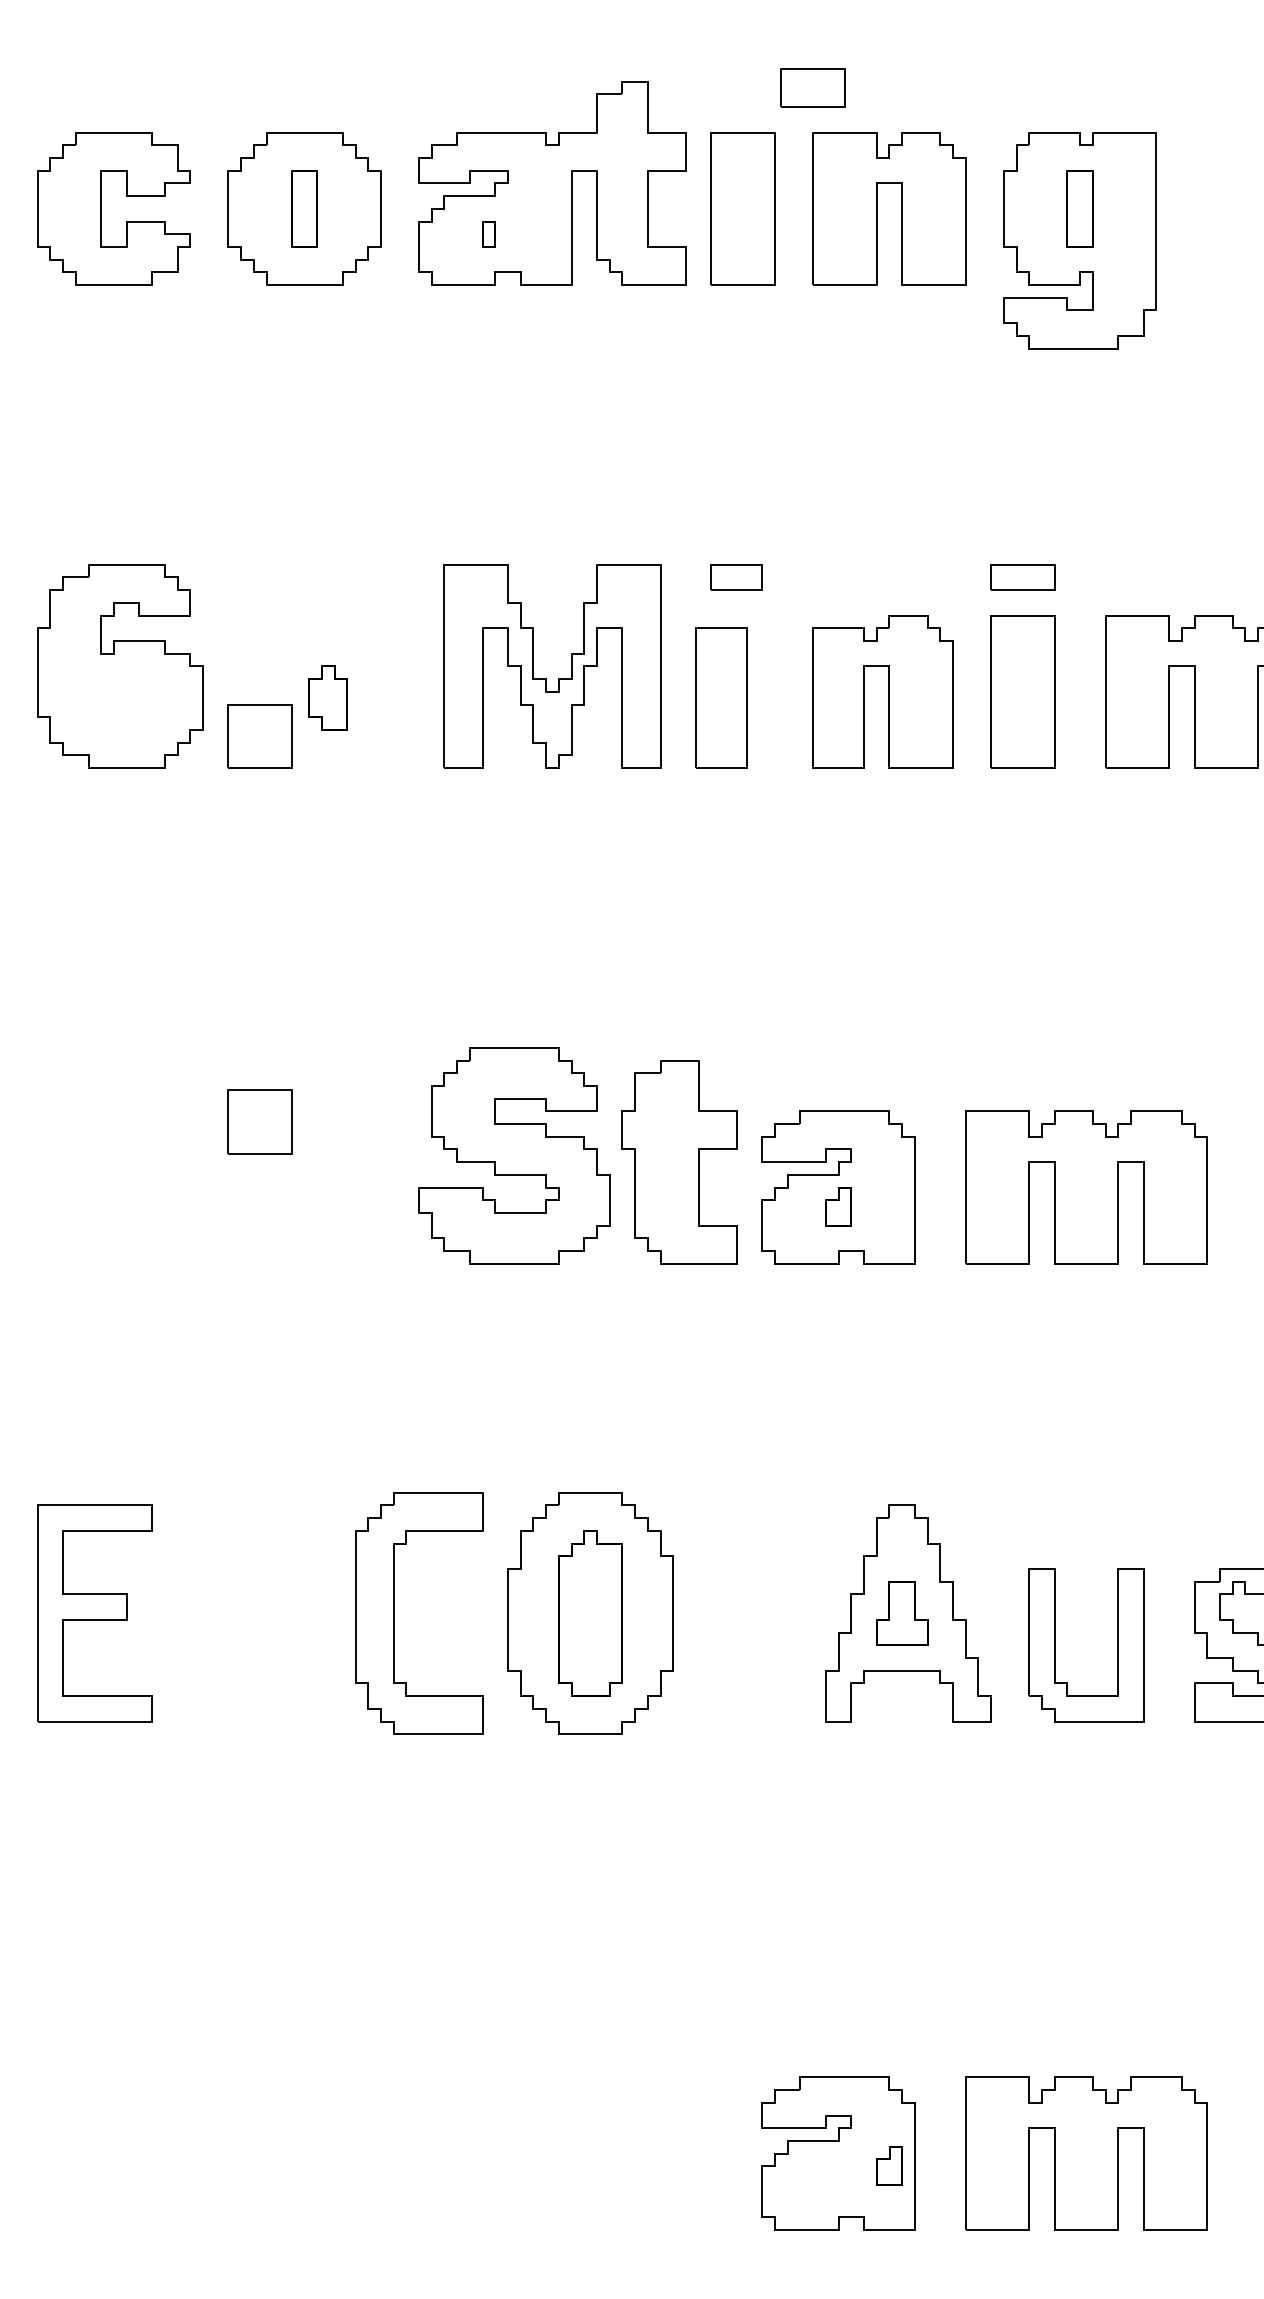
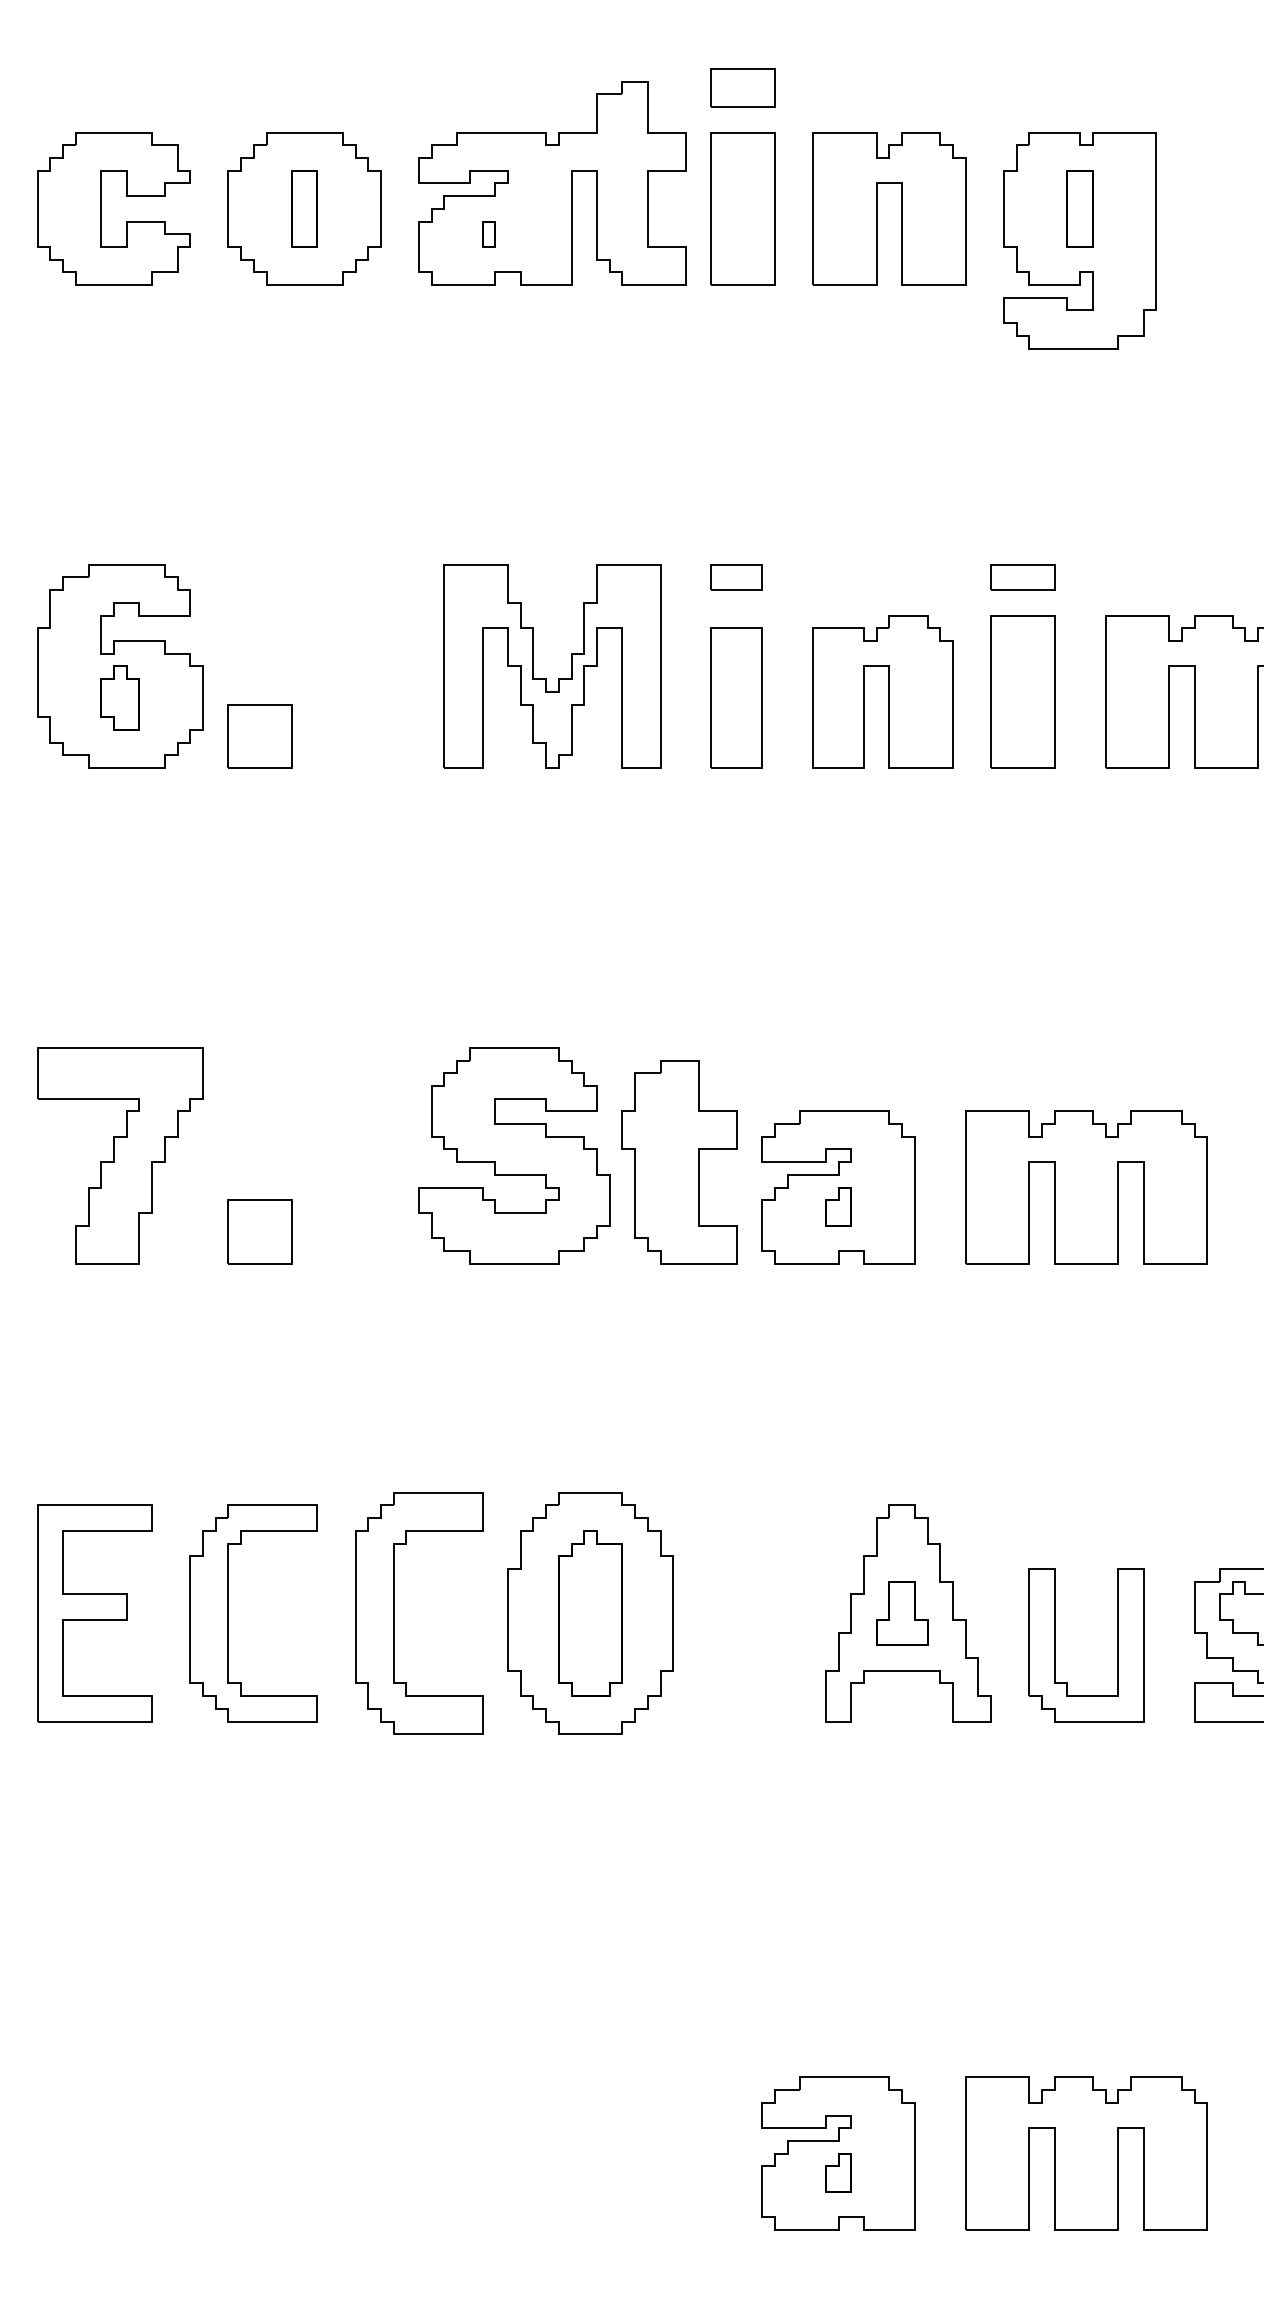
part at (812, 87) position: (812, 87) -> (742, 87)
part at (327, 697) position: (327, 697) -> (119, 697)
part at (721, 697) position: (721, 697) -> (736, 697)
part at (259, 1121) position: (259, 1121) -> (259, 1231)
part at (120, 1155): none -> present
part at (228, 1613): none -> present
part at (889, 2165) position: (889, 2165) -> (838, 2172)
